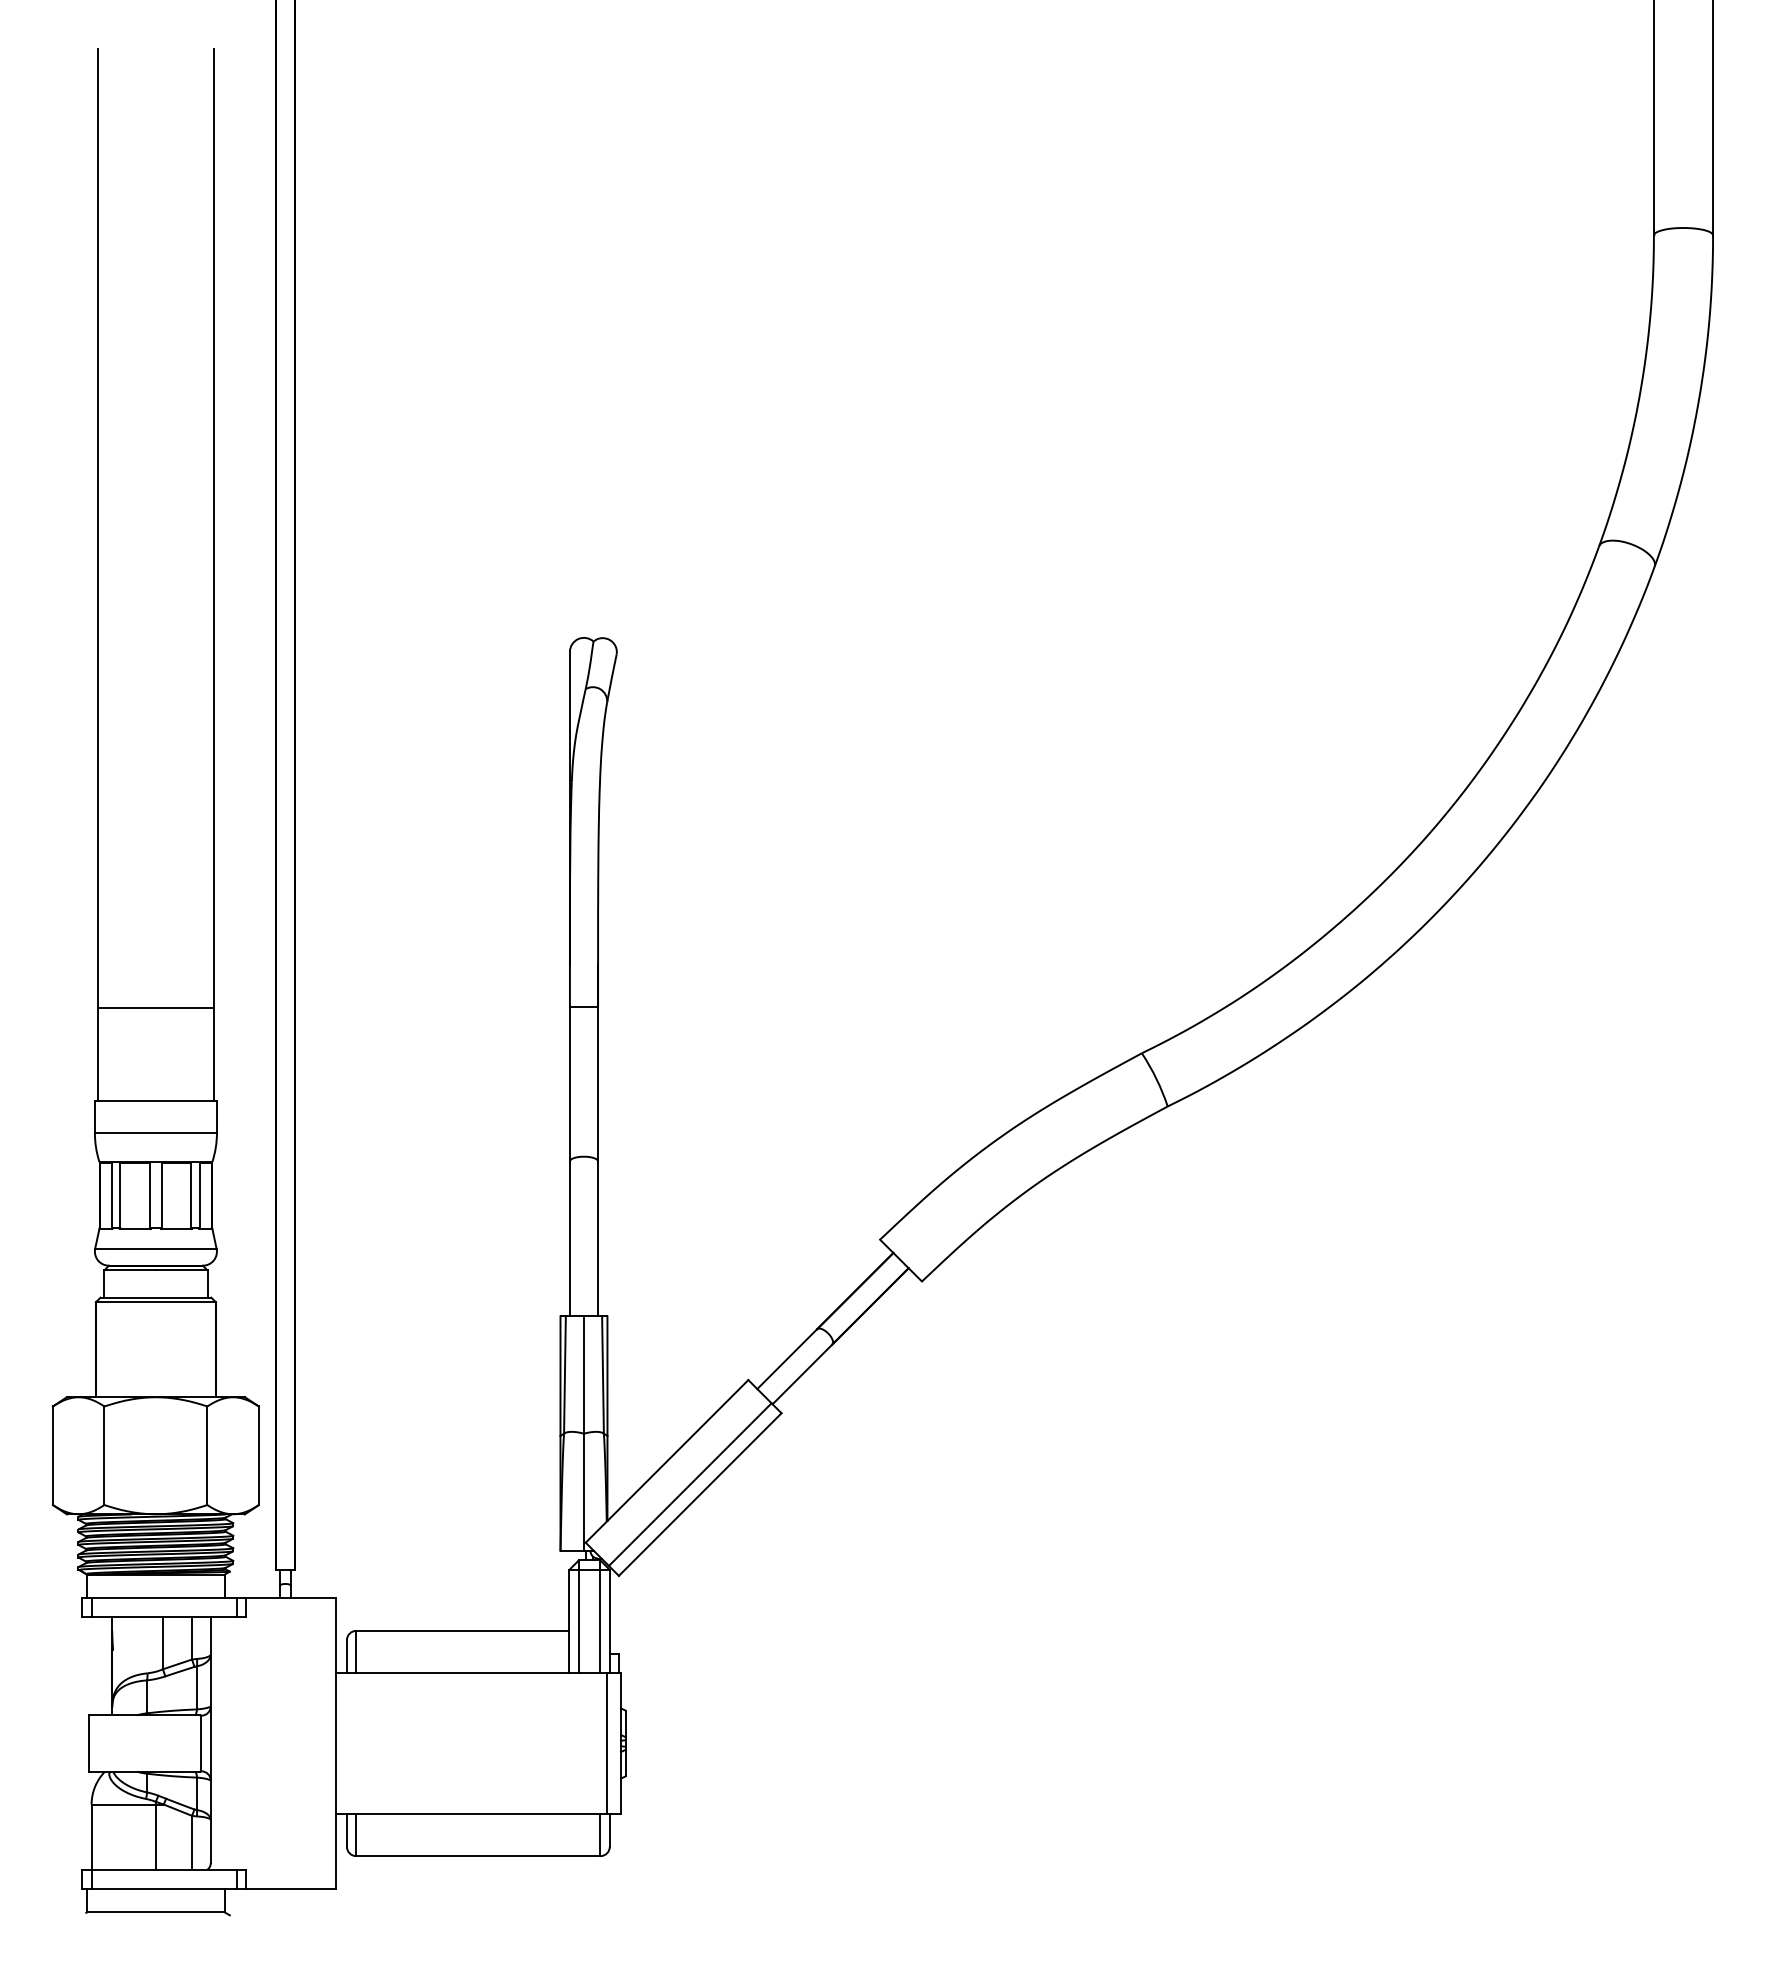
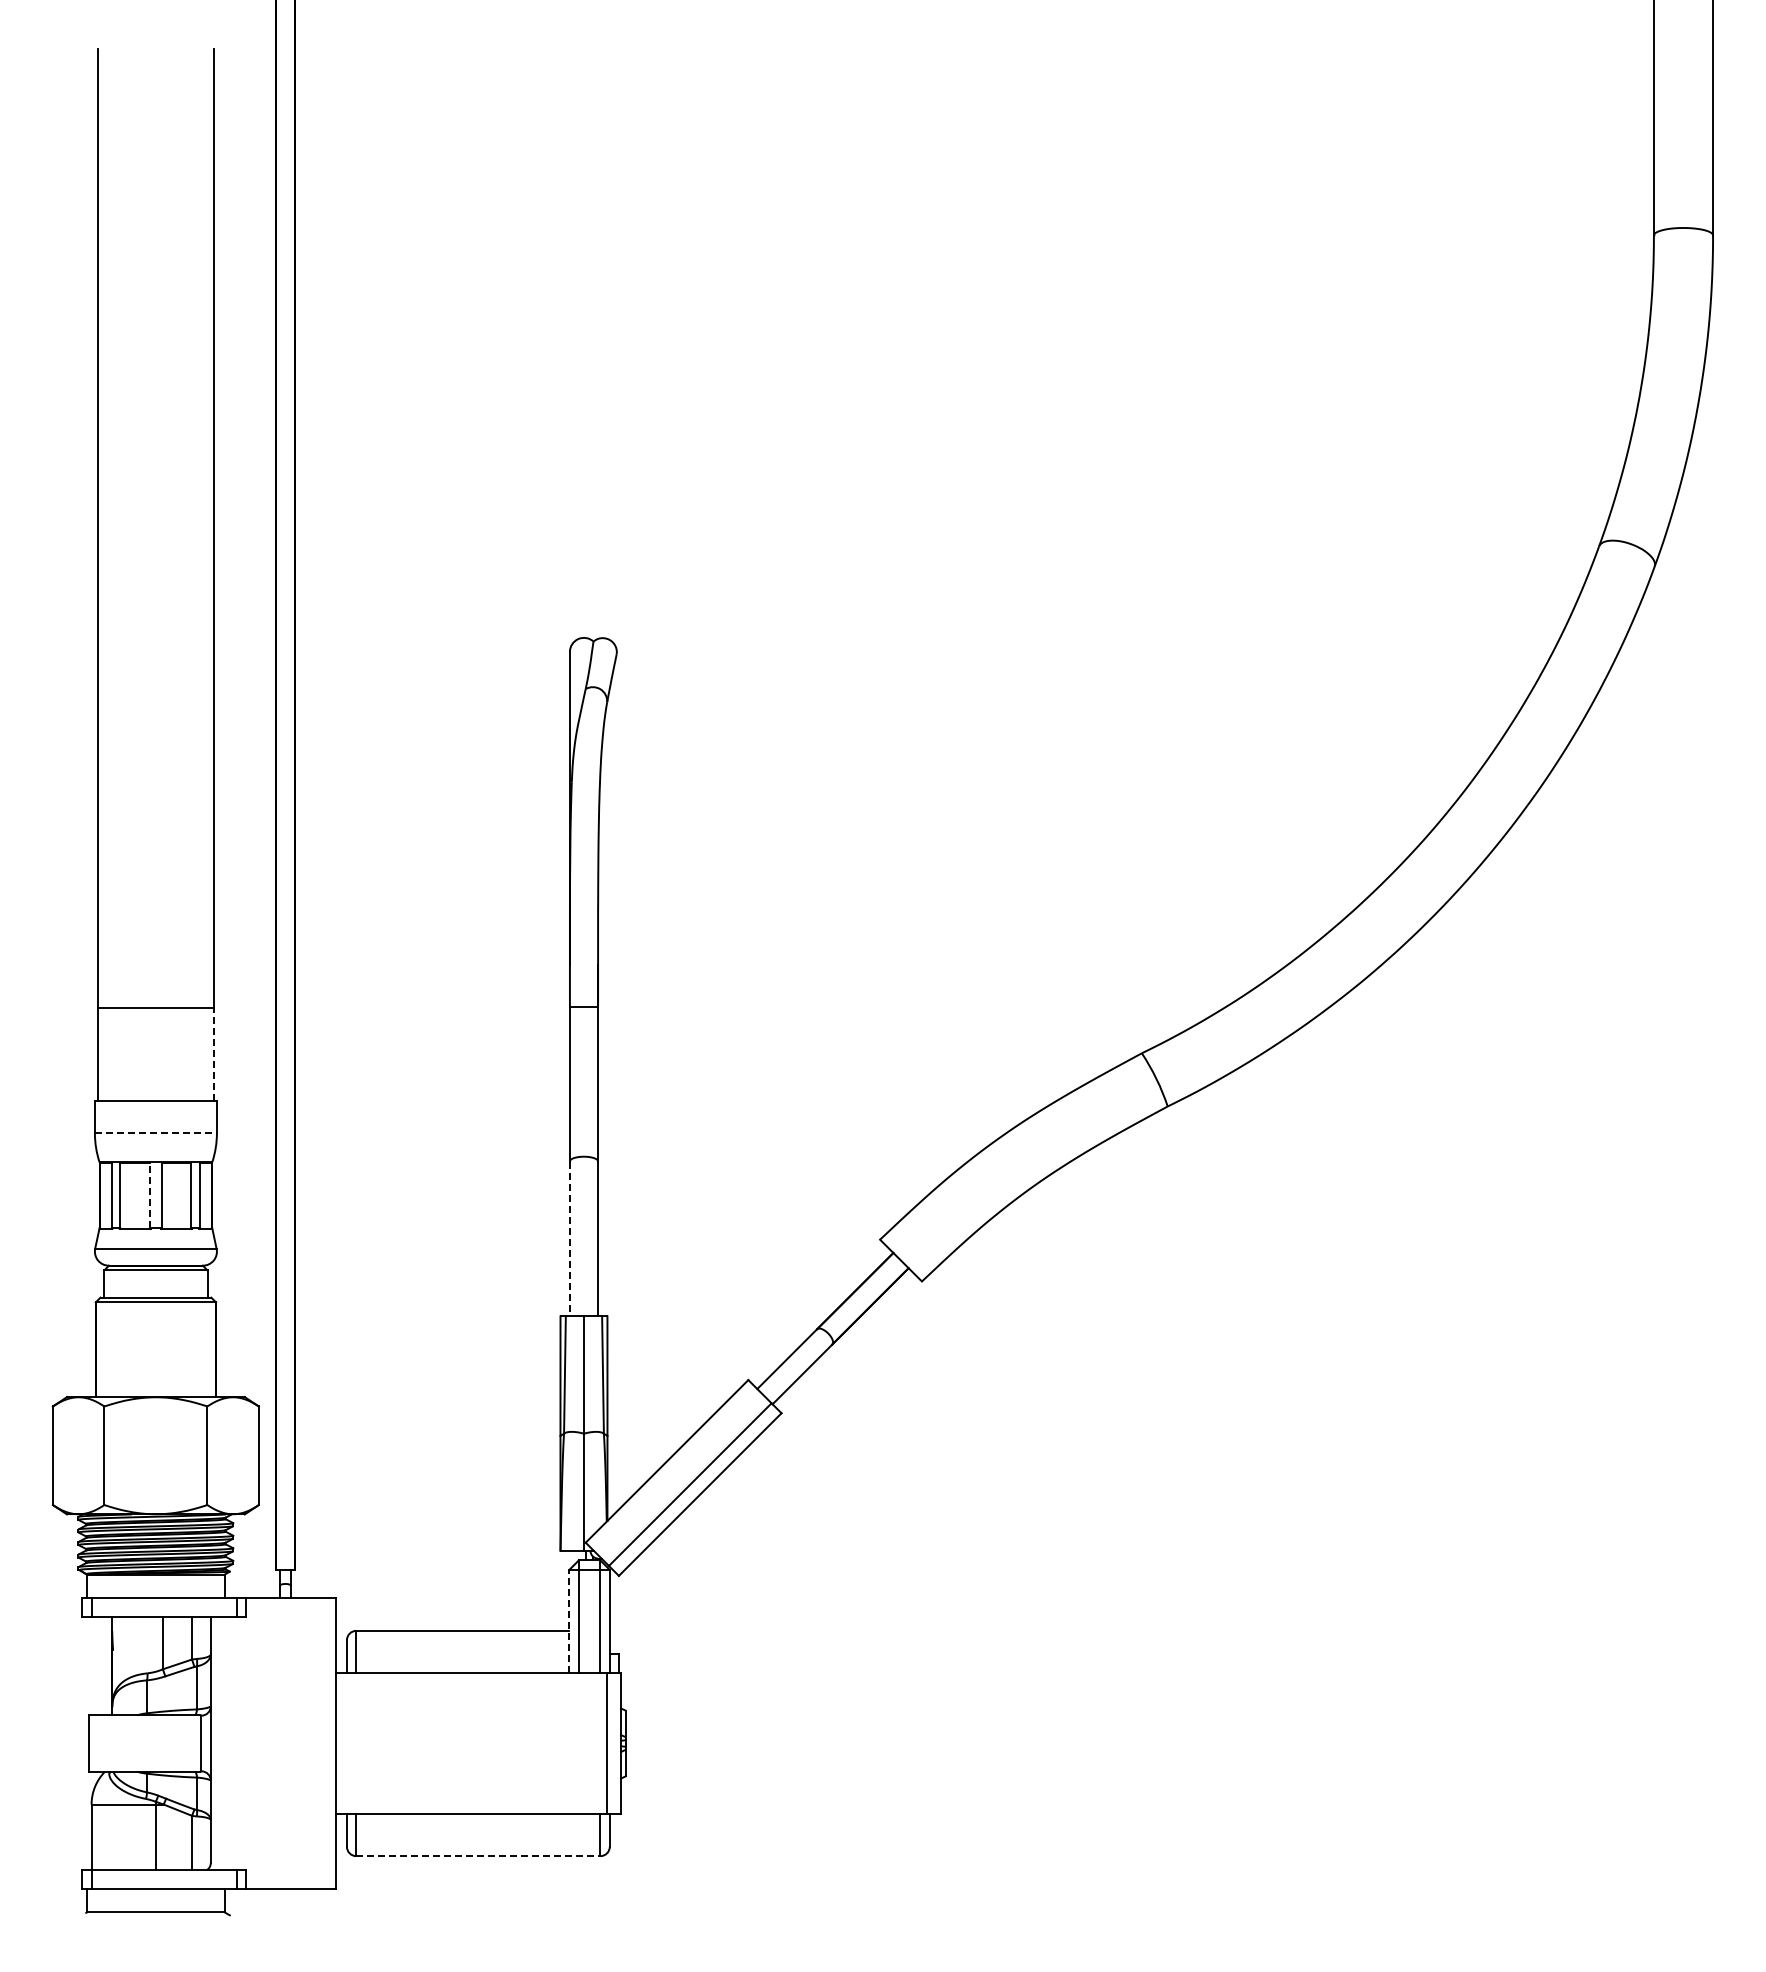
line at (213, 1054): solid -> dashed
line at (156, 1133): solid -> dashed
line at (150, 1195): solid -> dashed
line at (569, 1239): solid -> dashed
line at (569, 1621): solid -> dashed
line at (478, 1856): solid -> dashed
